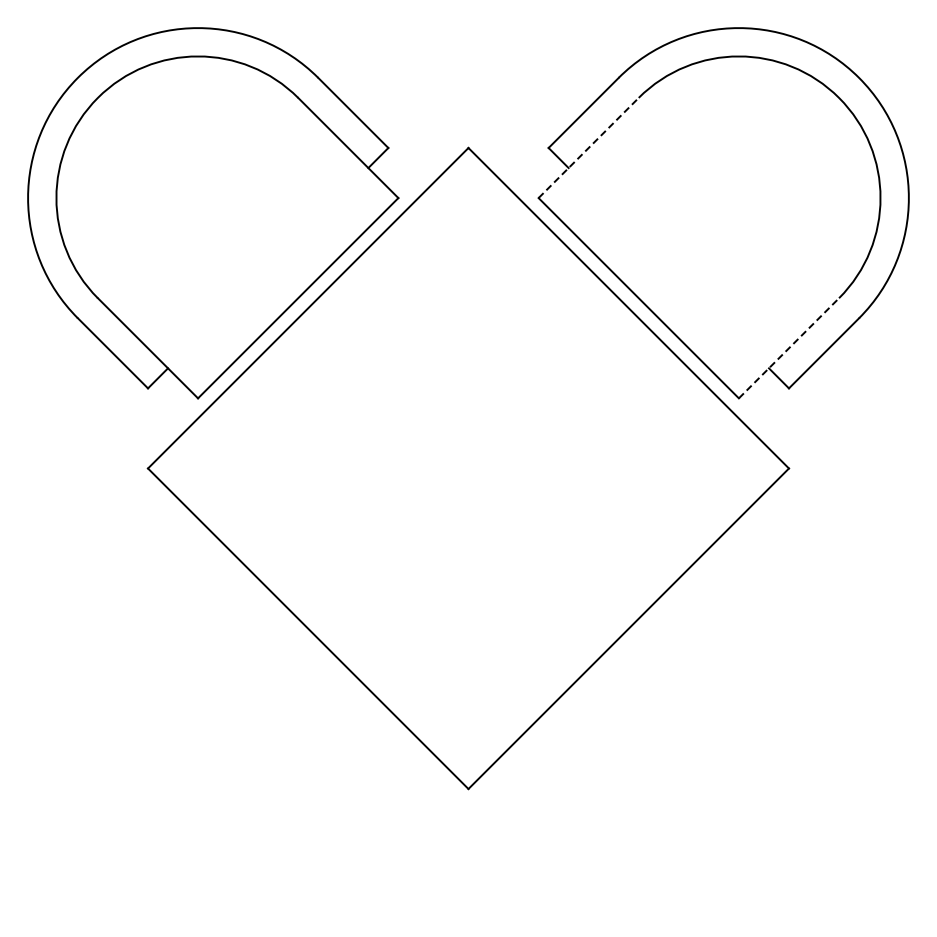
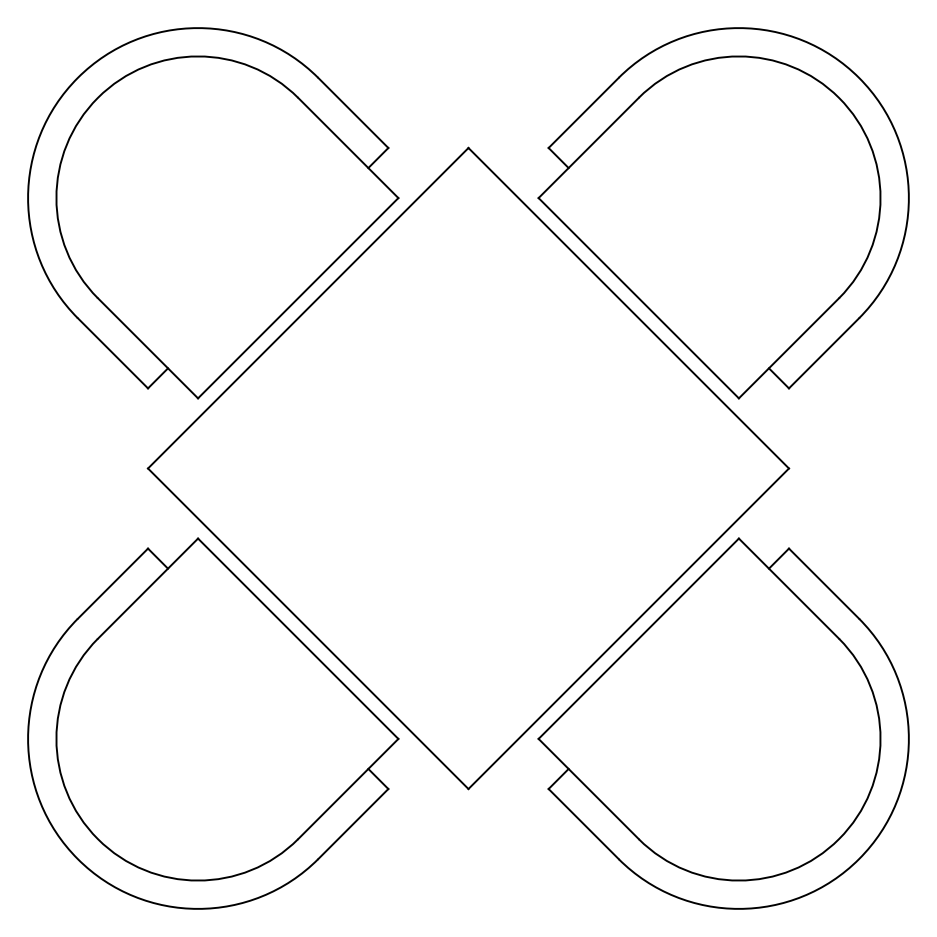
line at (588, 147): dashed -> solid
line at (788, 348): dashed -> solid
part at (213, 723): none -> present
part at (723, 723): none -> present
